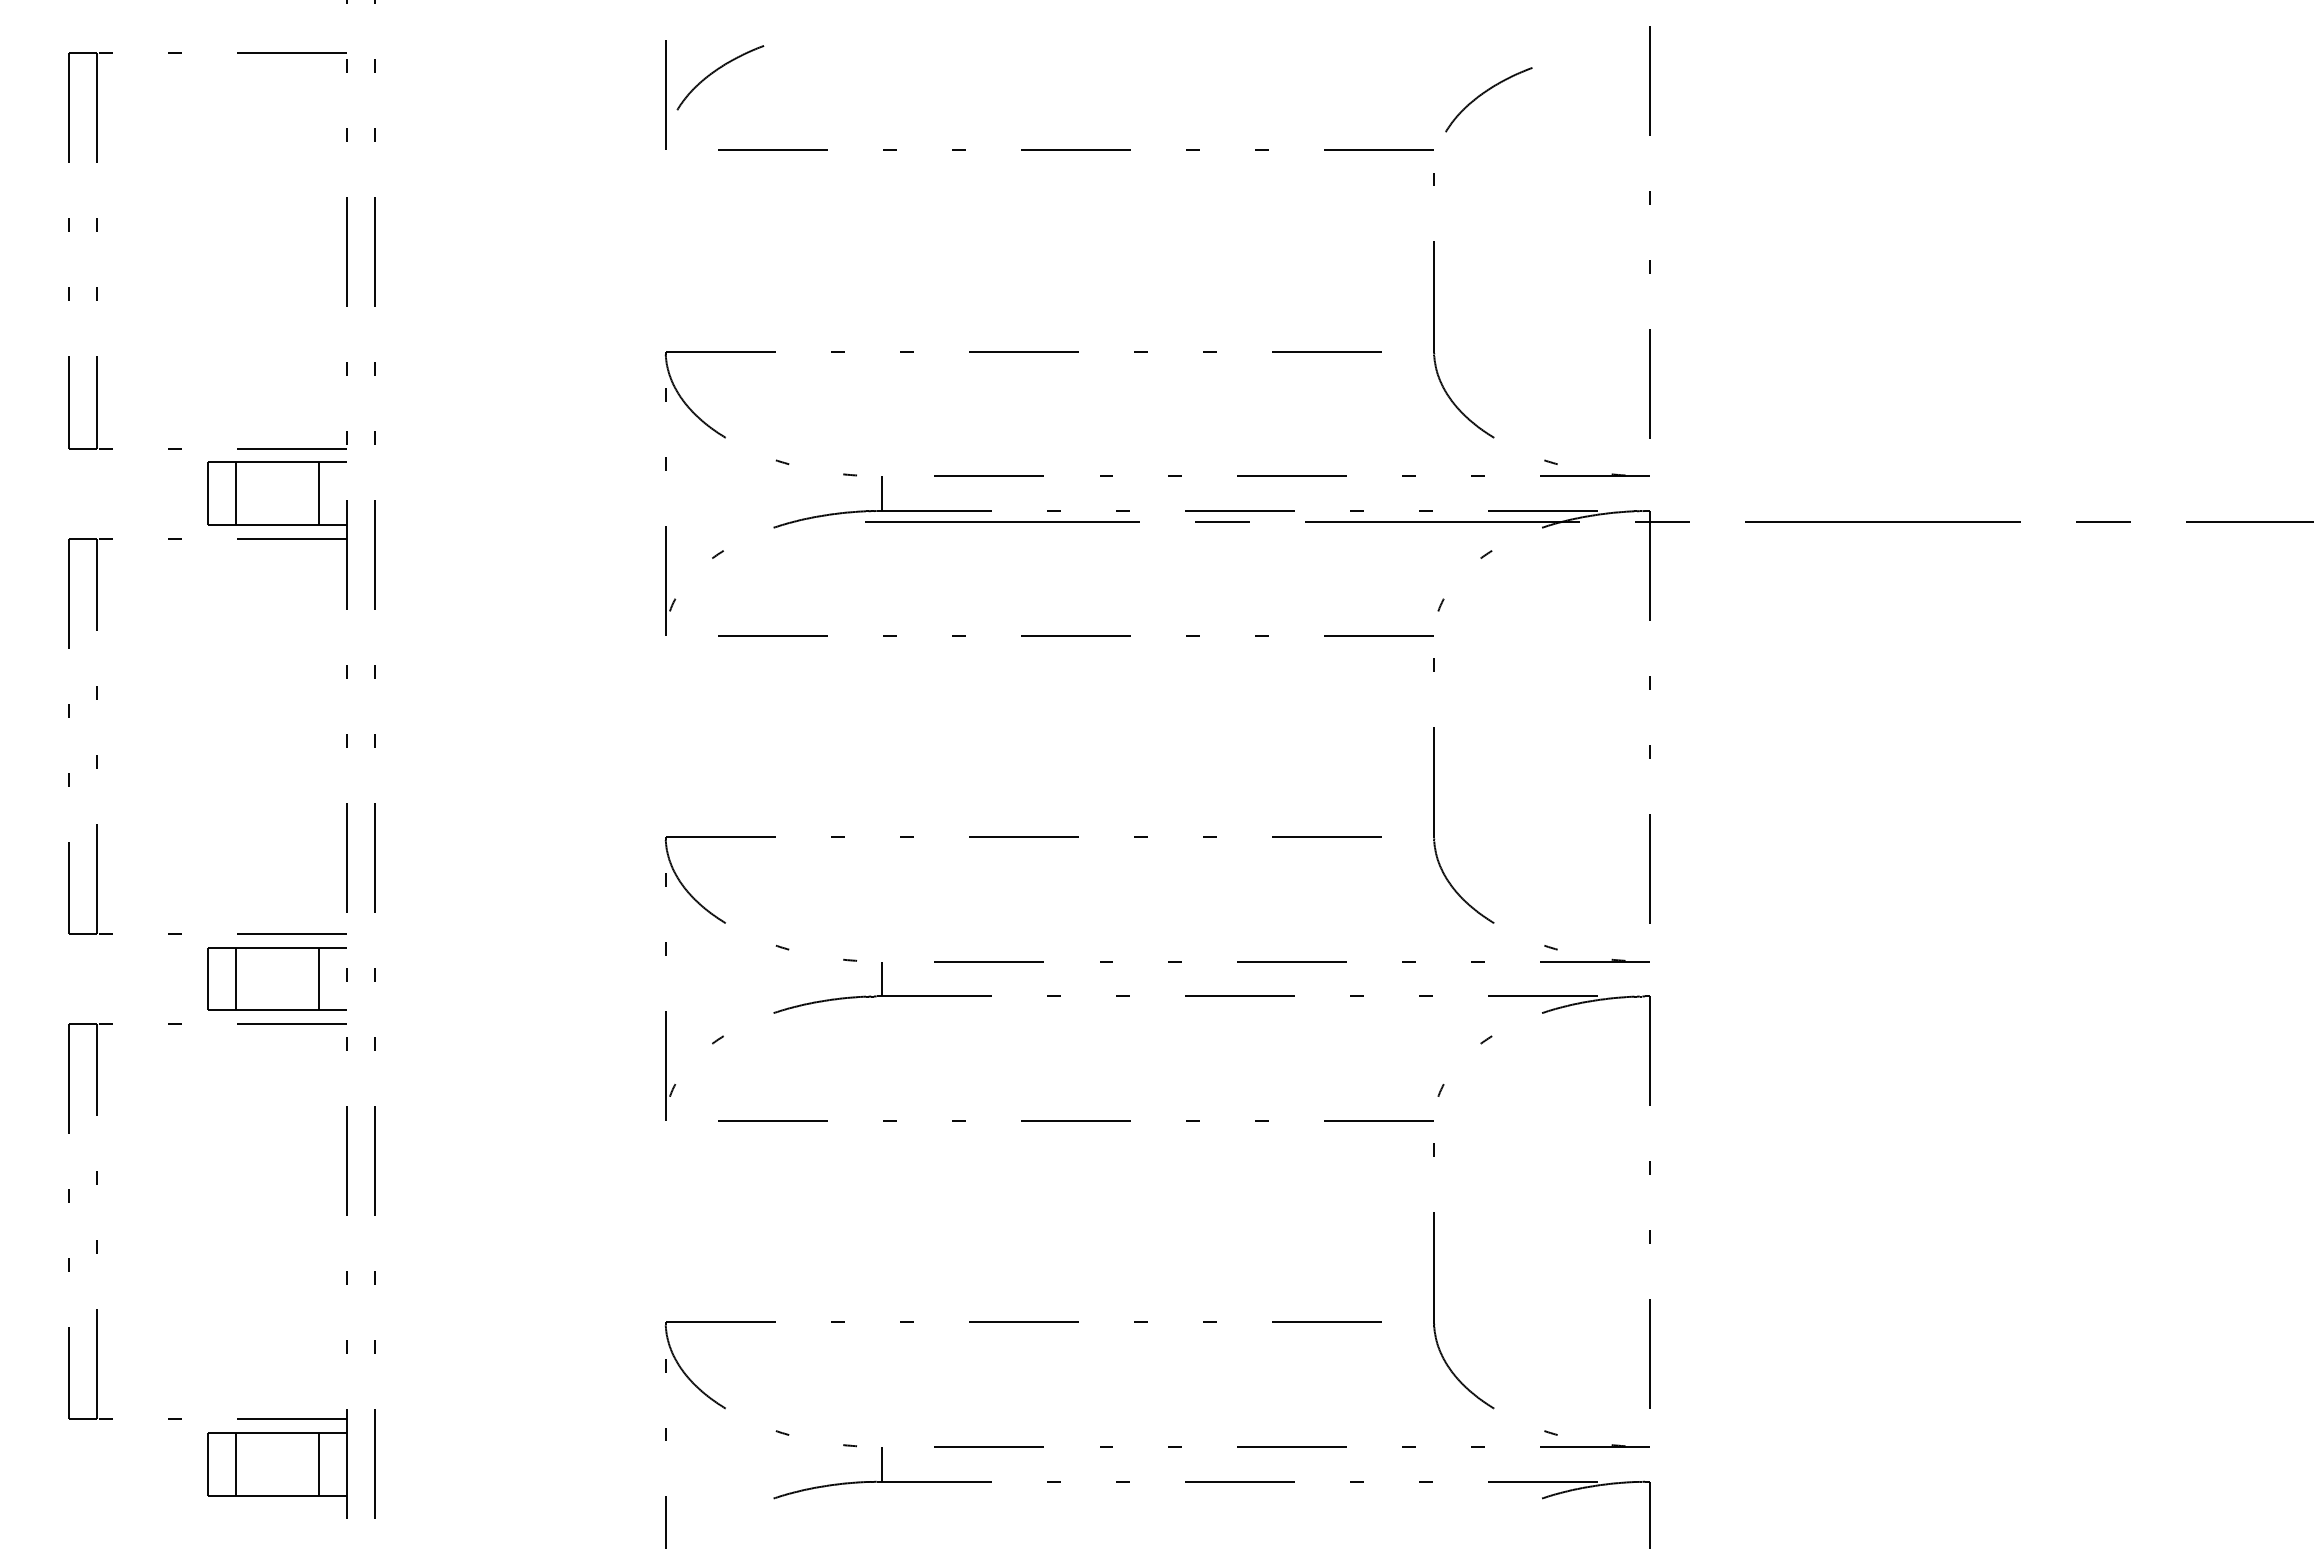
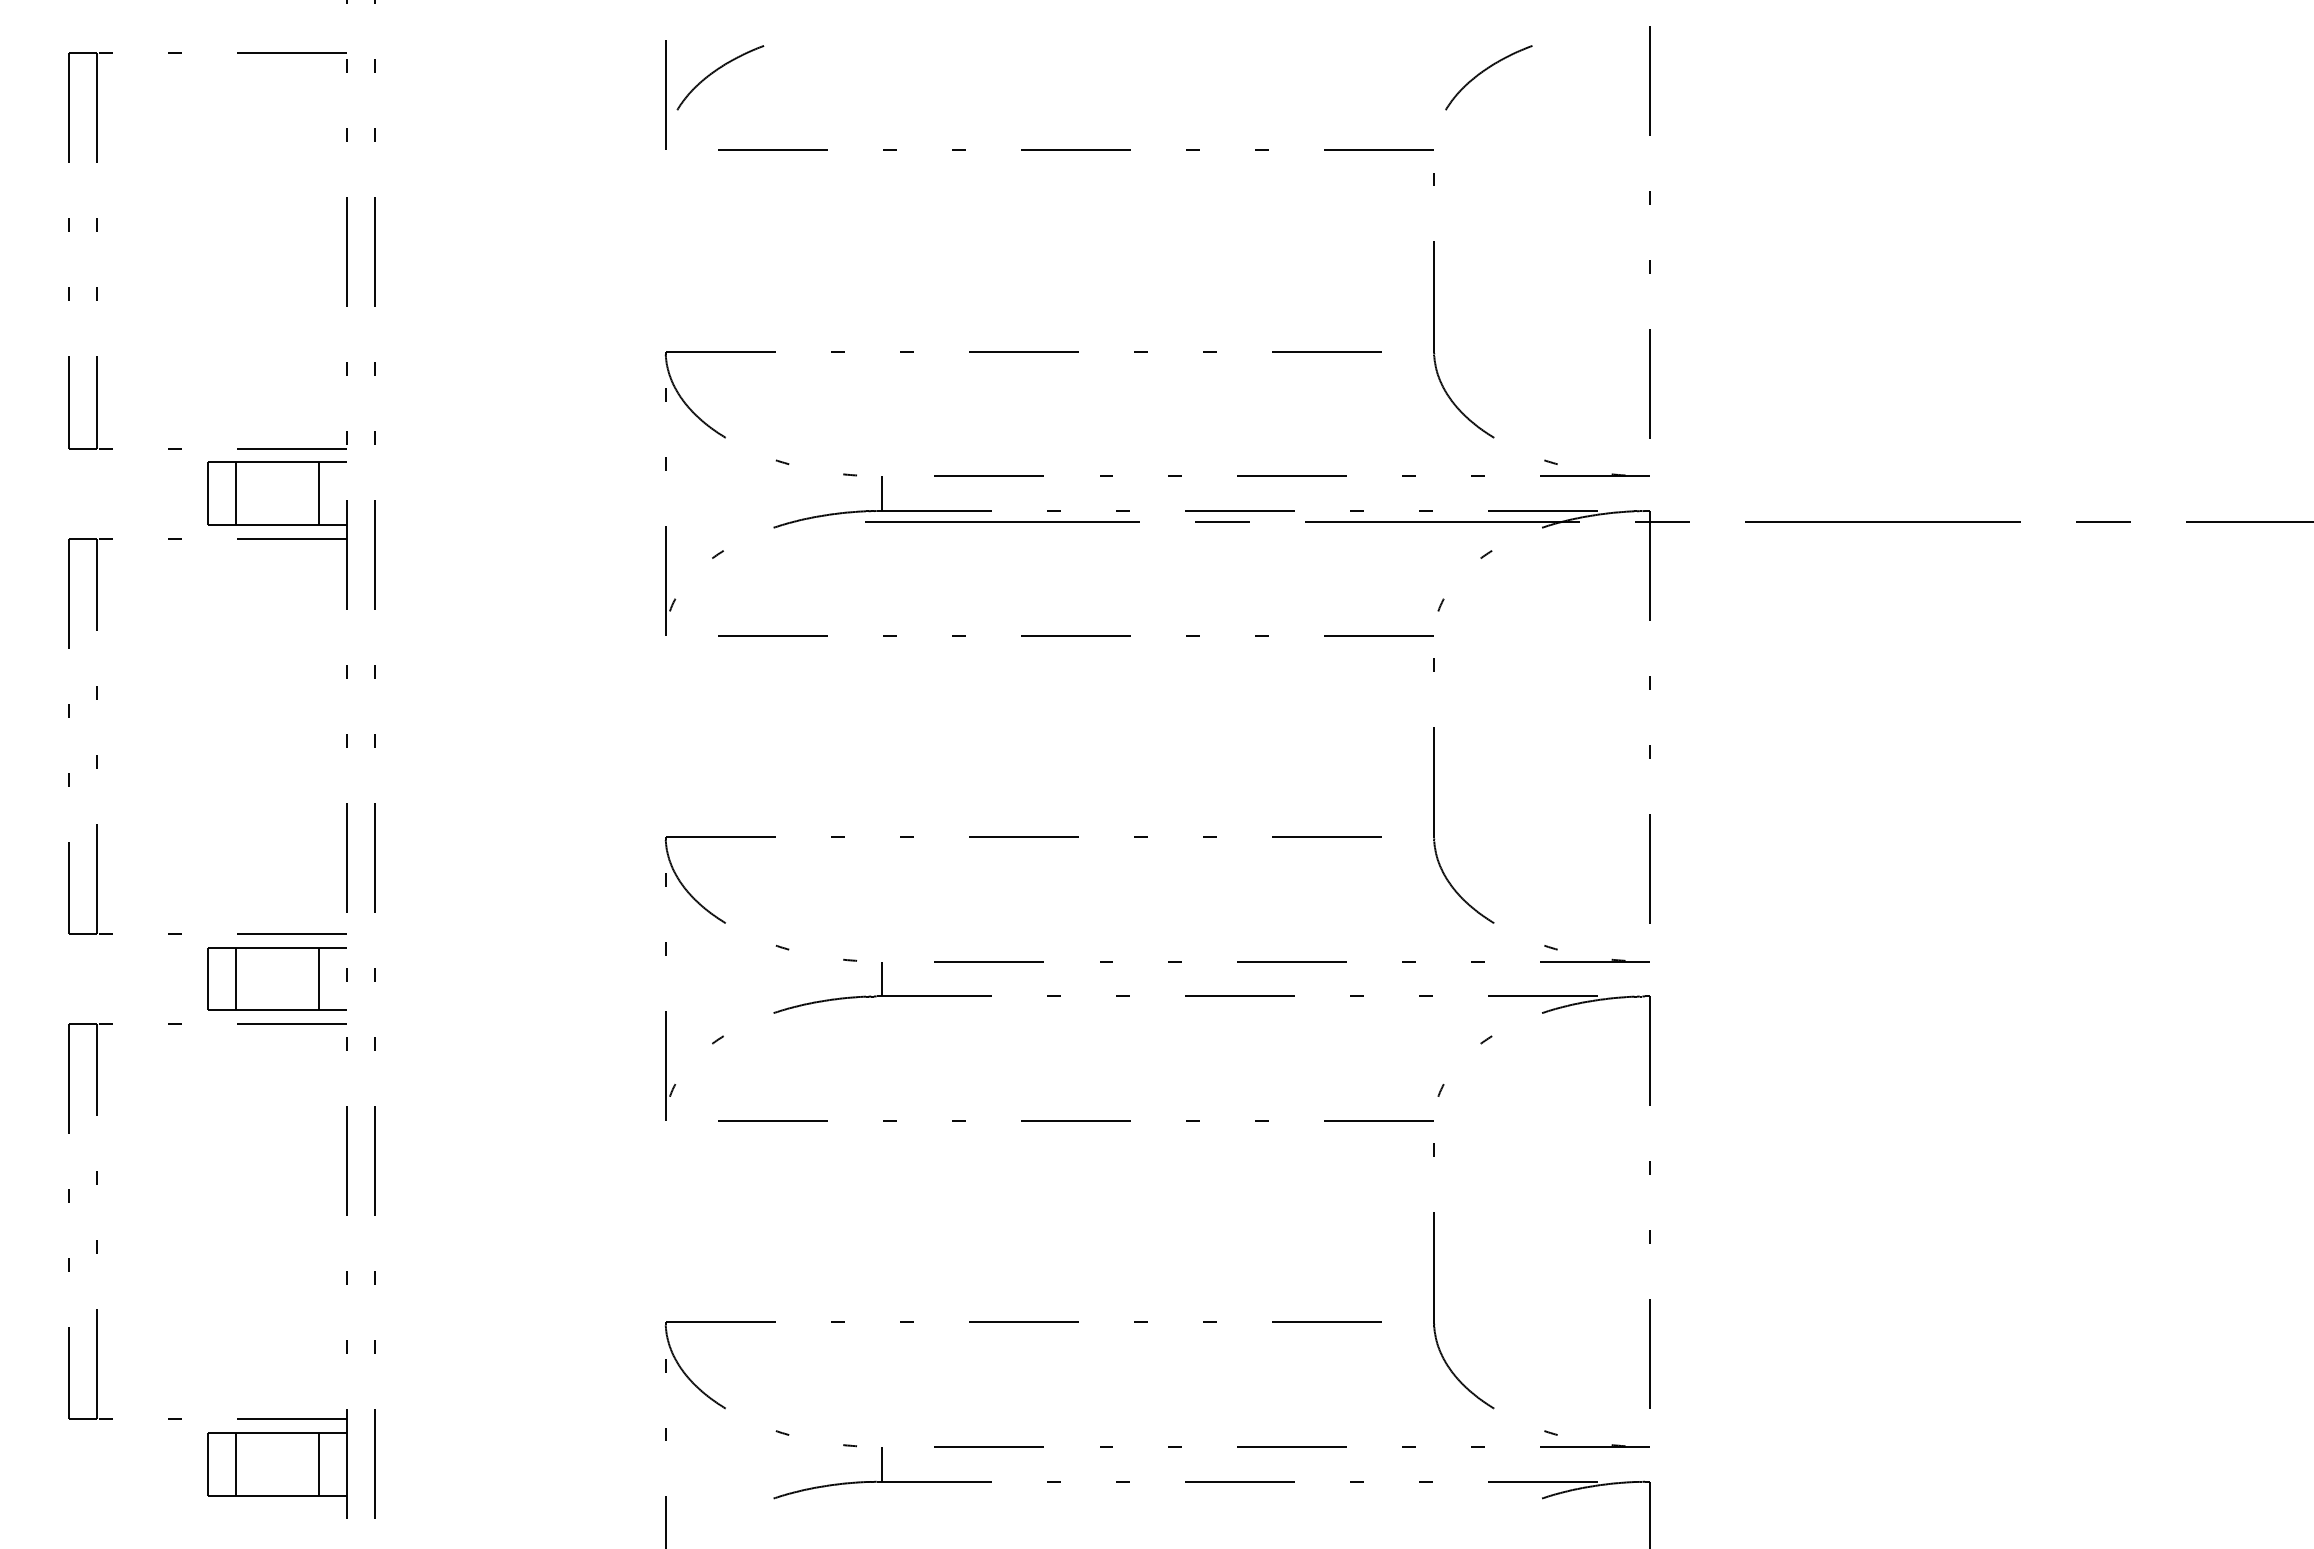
curve at (1483, 94) position: (1483, 94) -> (1483, 72)
